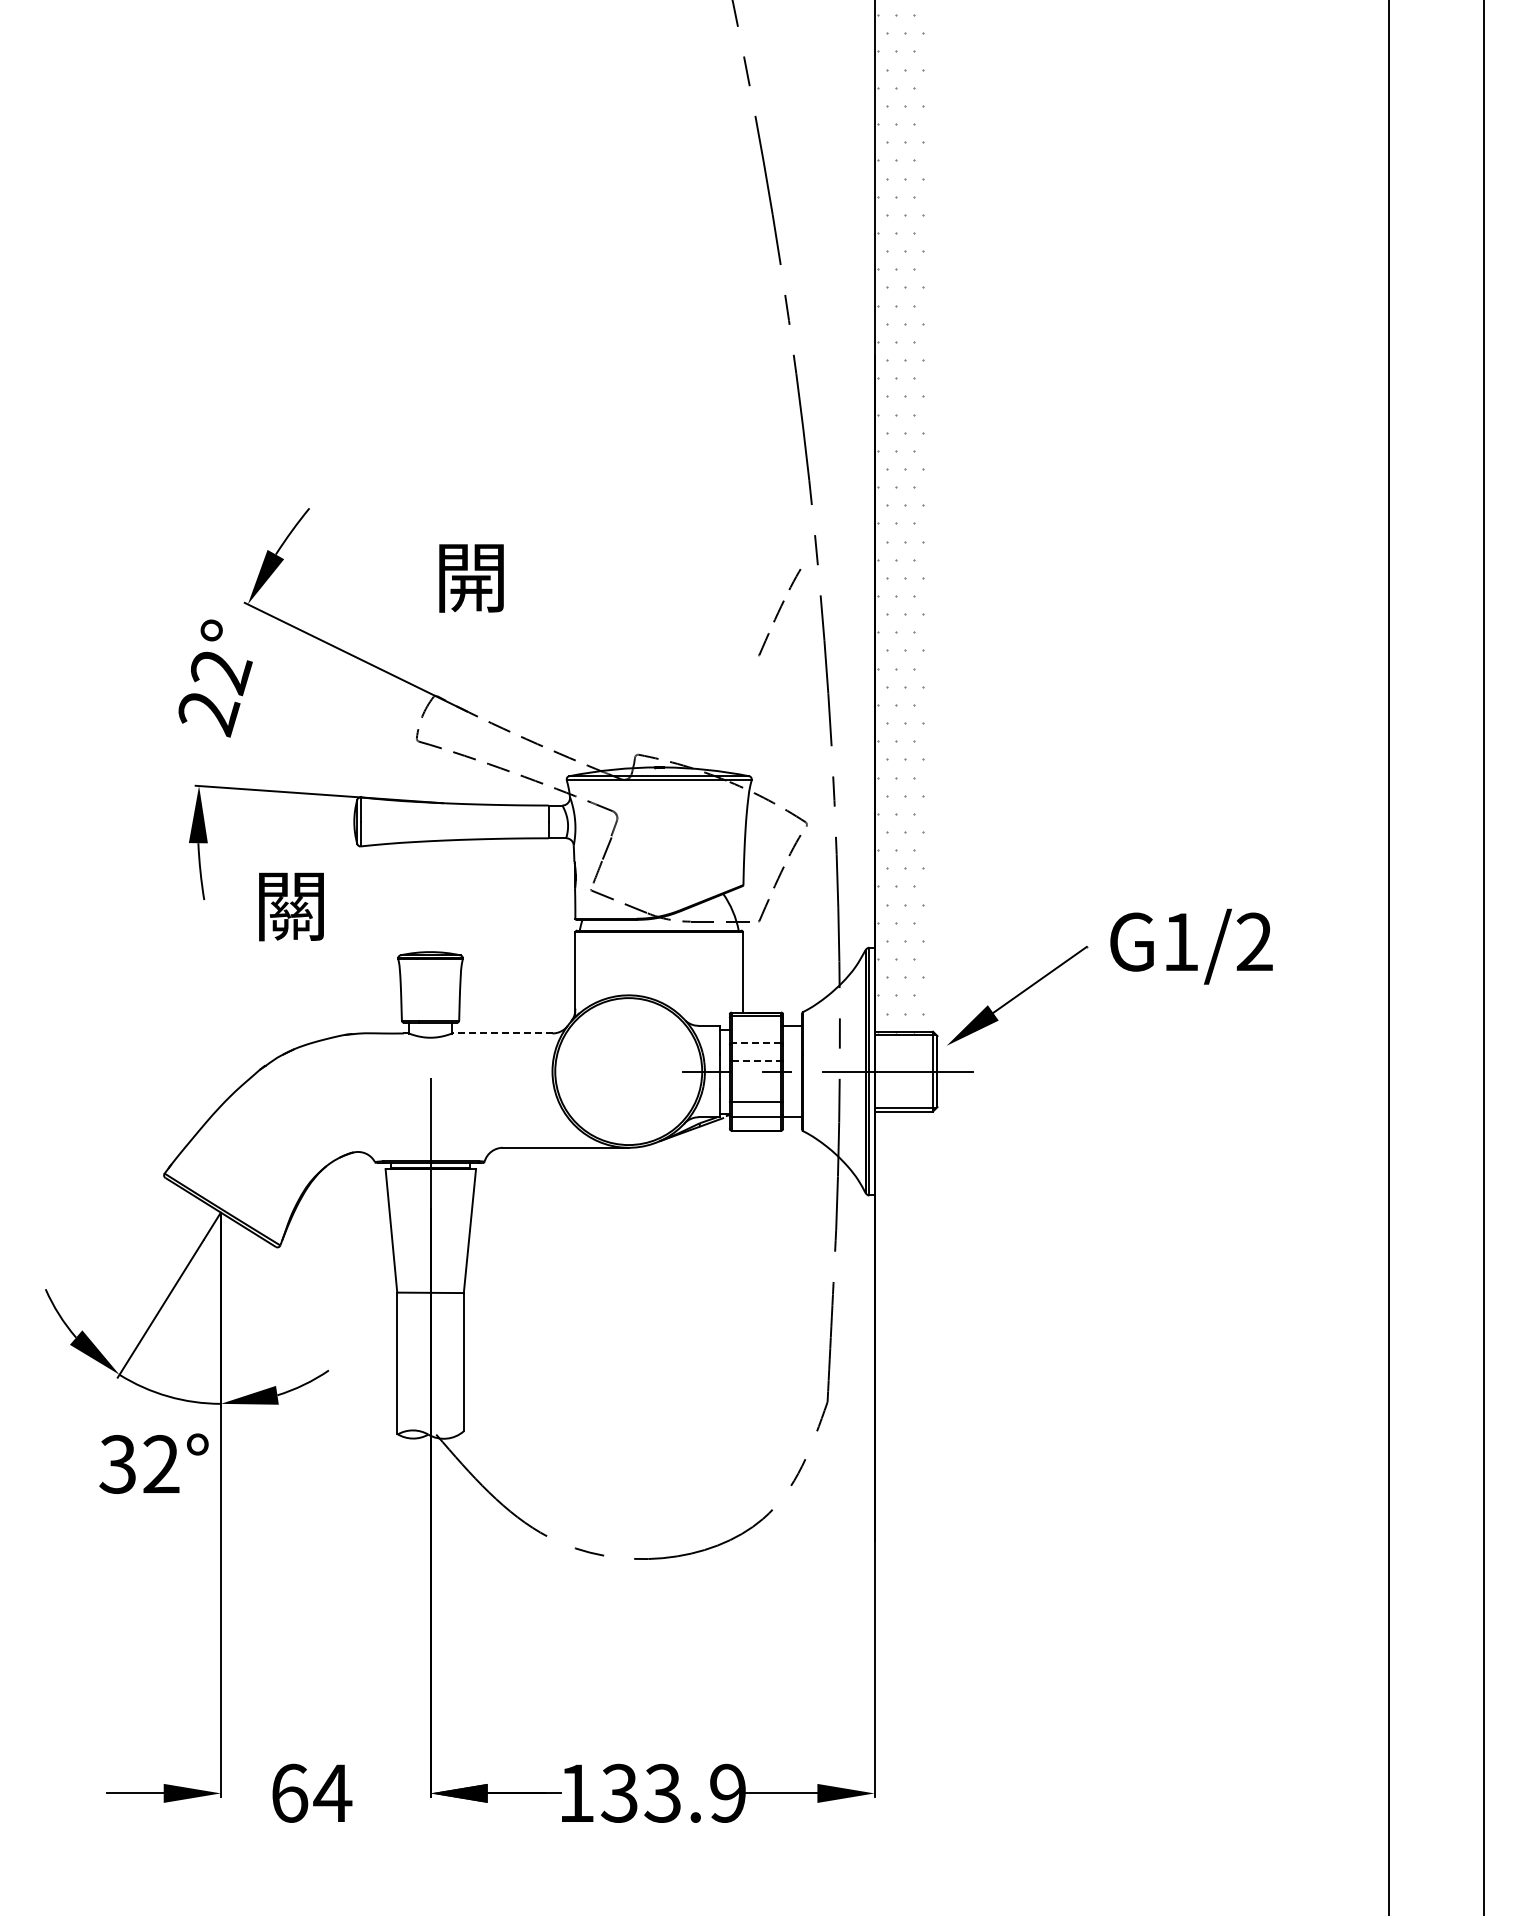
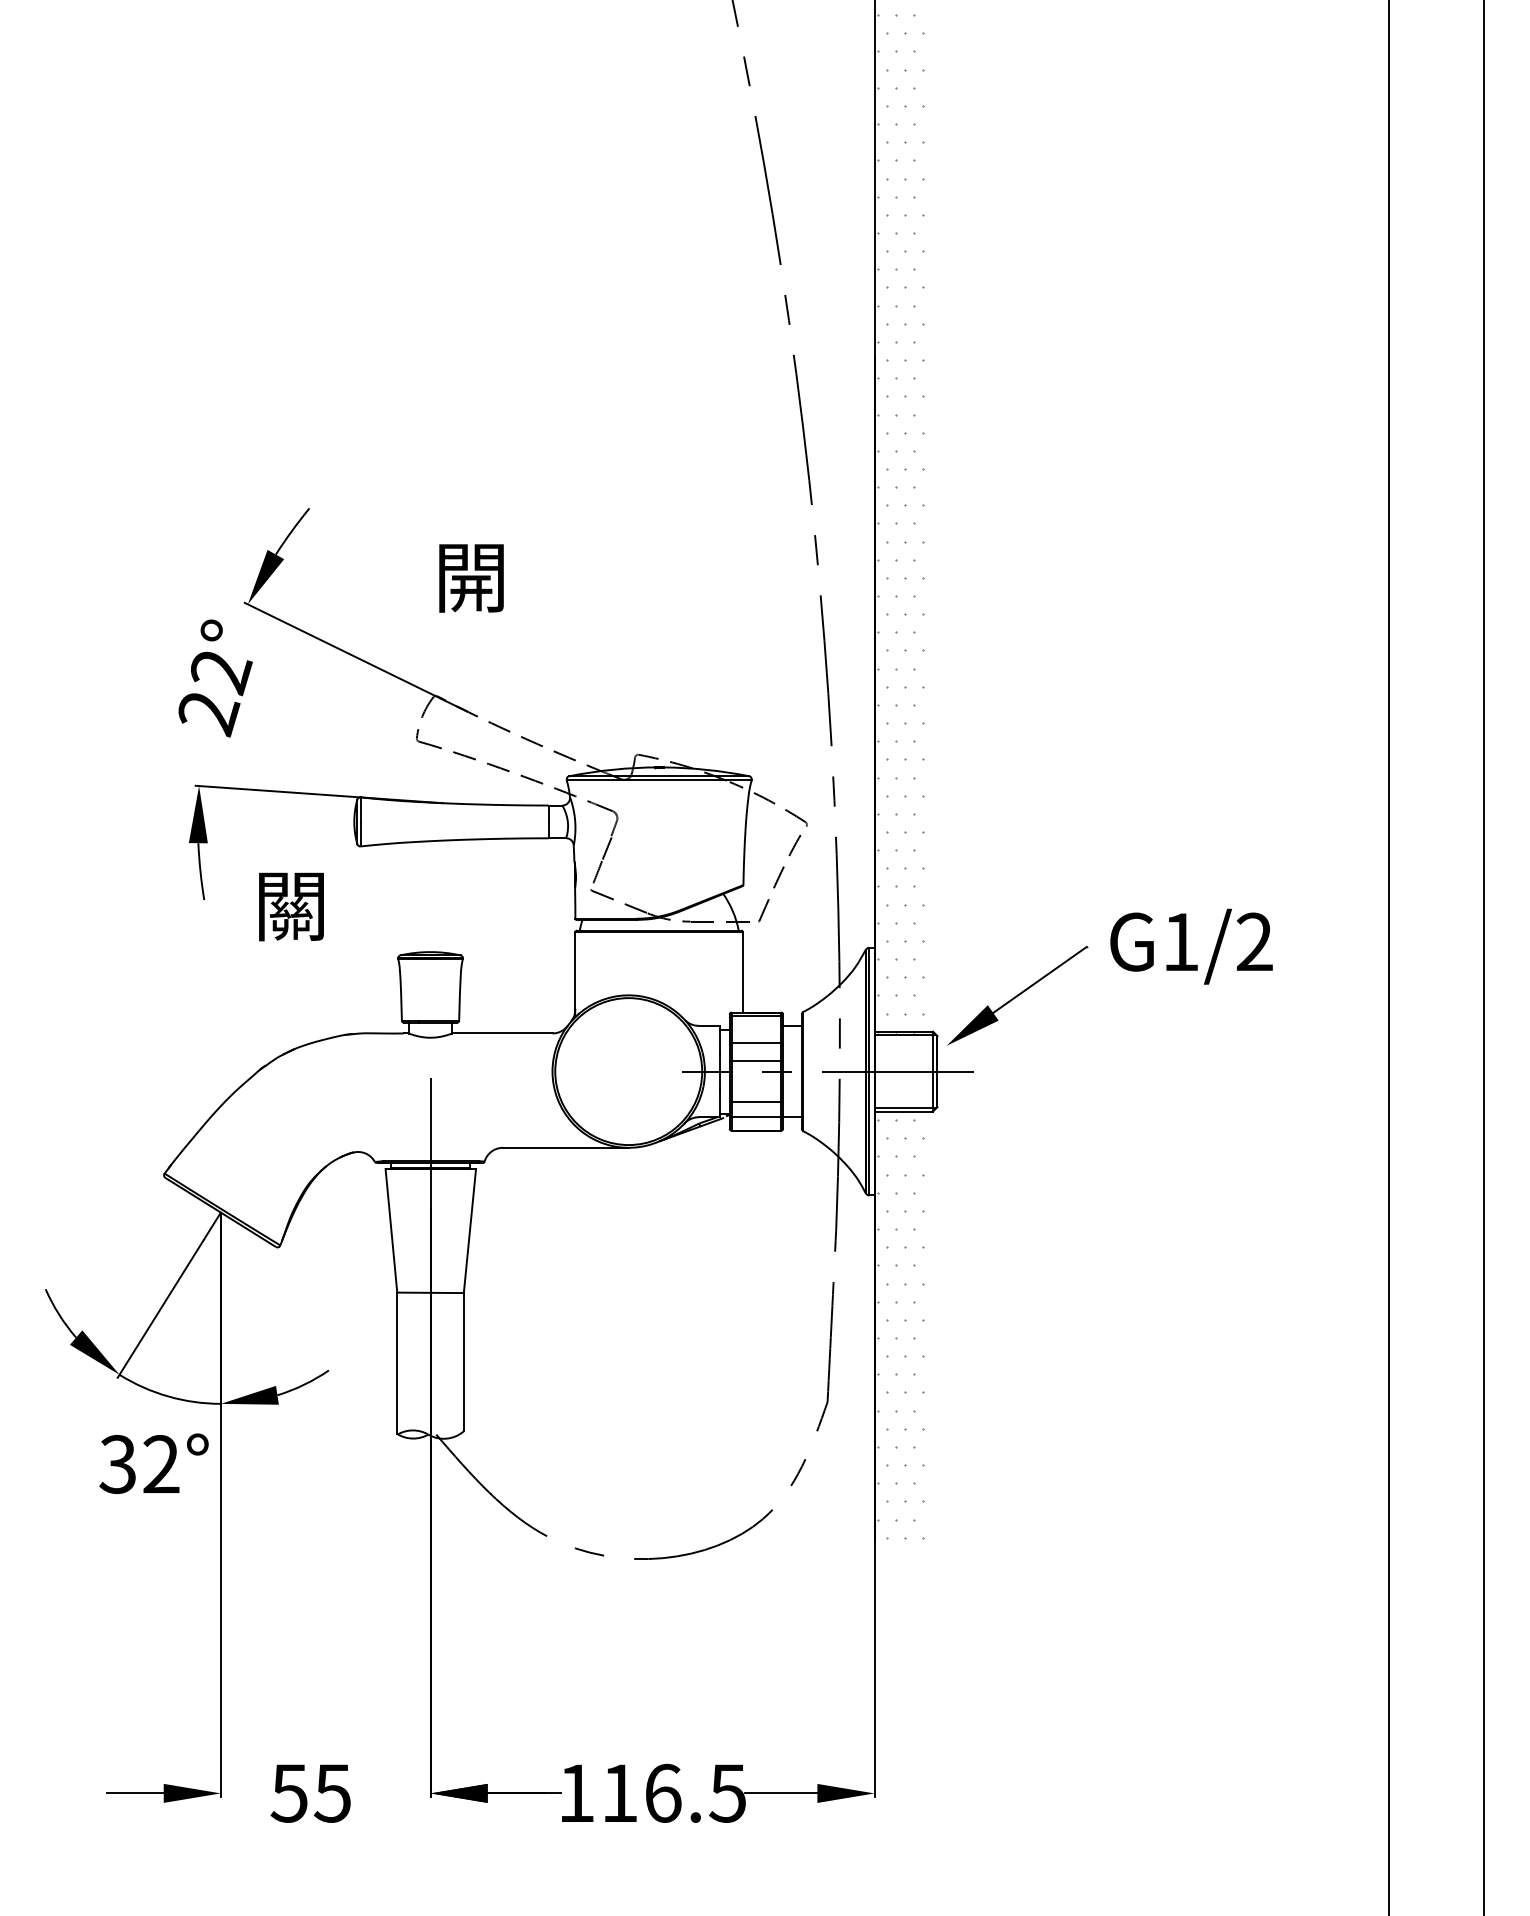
part at (779, 612): present -> none
line at (501, 1033): dashed -> solid
line at (756, 1043): dashed -> solid
line at (756, 1061): dashed -> solid
hatch at (900, 1328): none -> present
text at (311, 1792): 64 -> 55
text at (673, 1792): 133.9 -> 116.5
